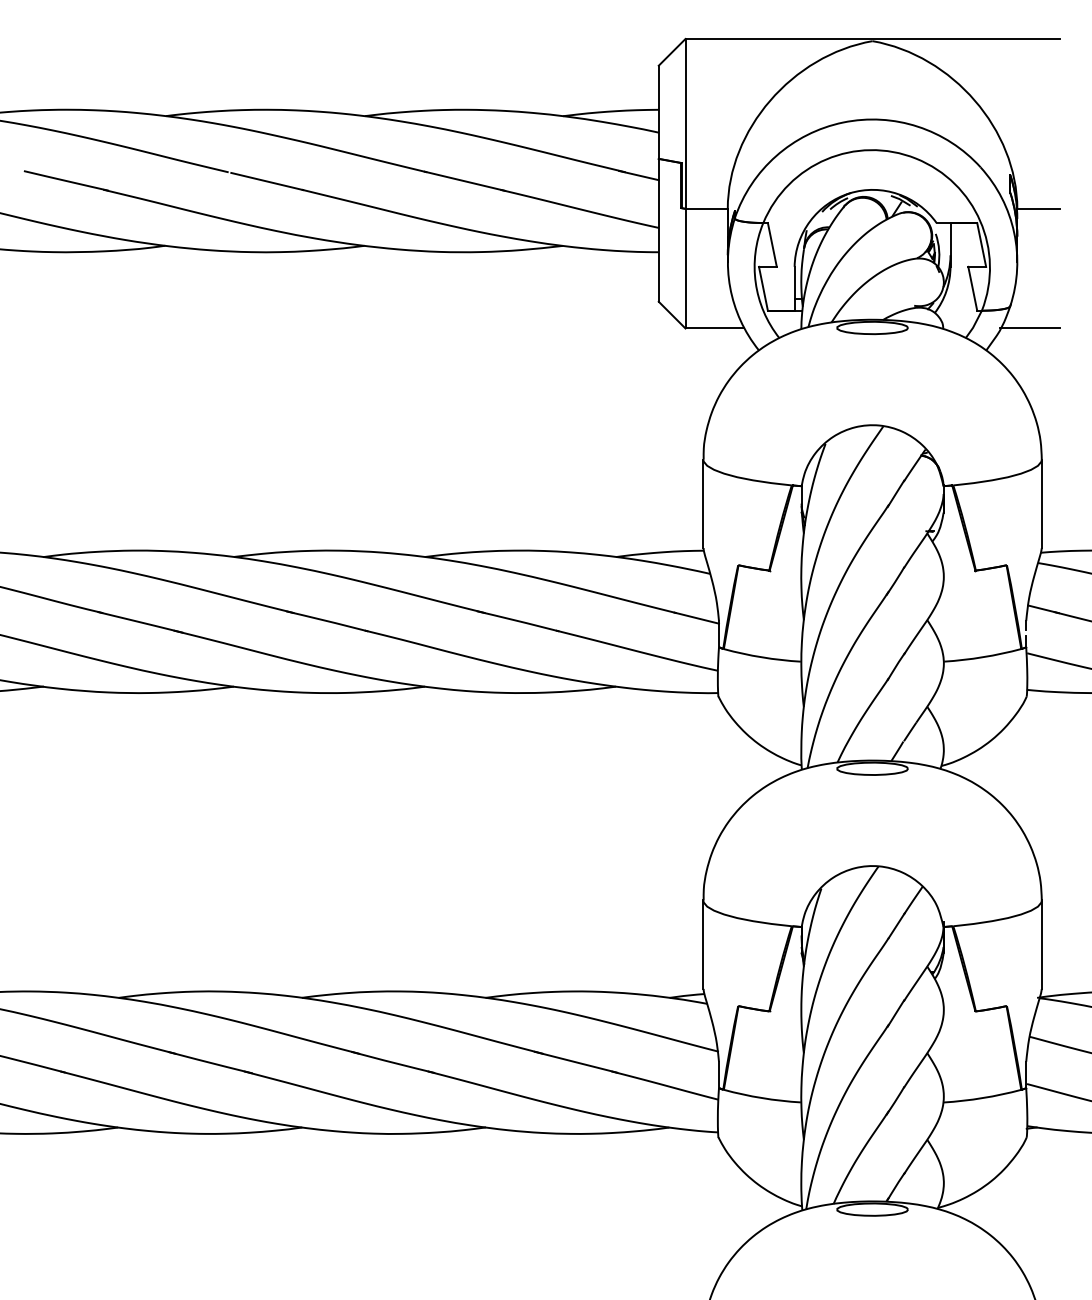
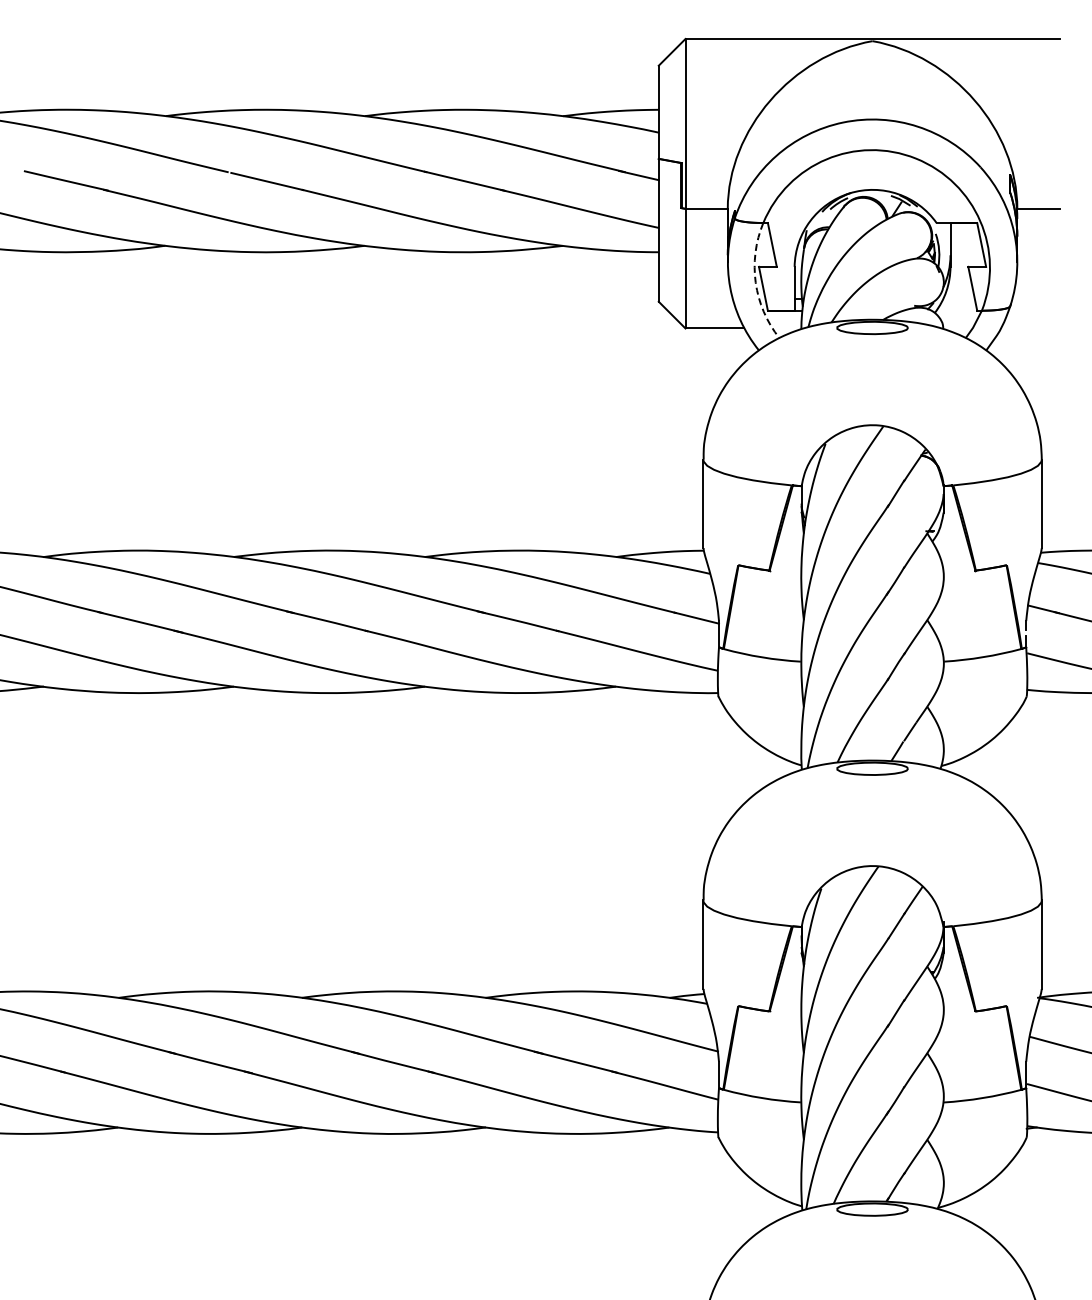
arc at (755, 282): solid -> dashed
line at (1029, 328): present -> none
